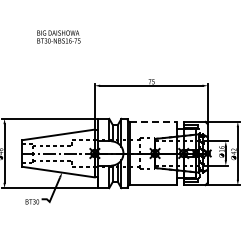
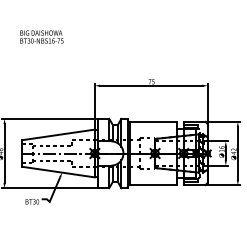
text at (58, 36) position: (58, 36) -> (41, 36)
line at (153, 122): dashed -> solid
